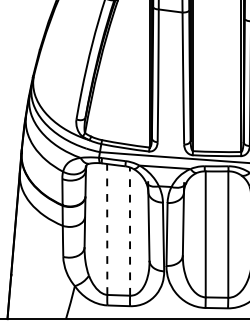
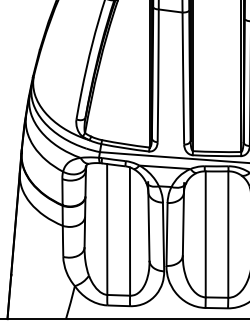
line at (107, 229): dashed -> solid
line at (130, 231): dashed -> solid
